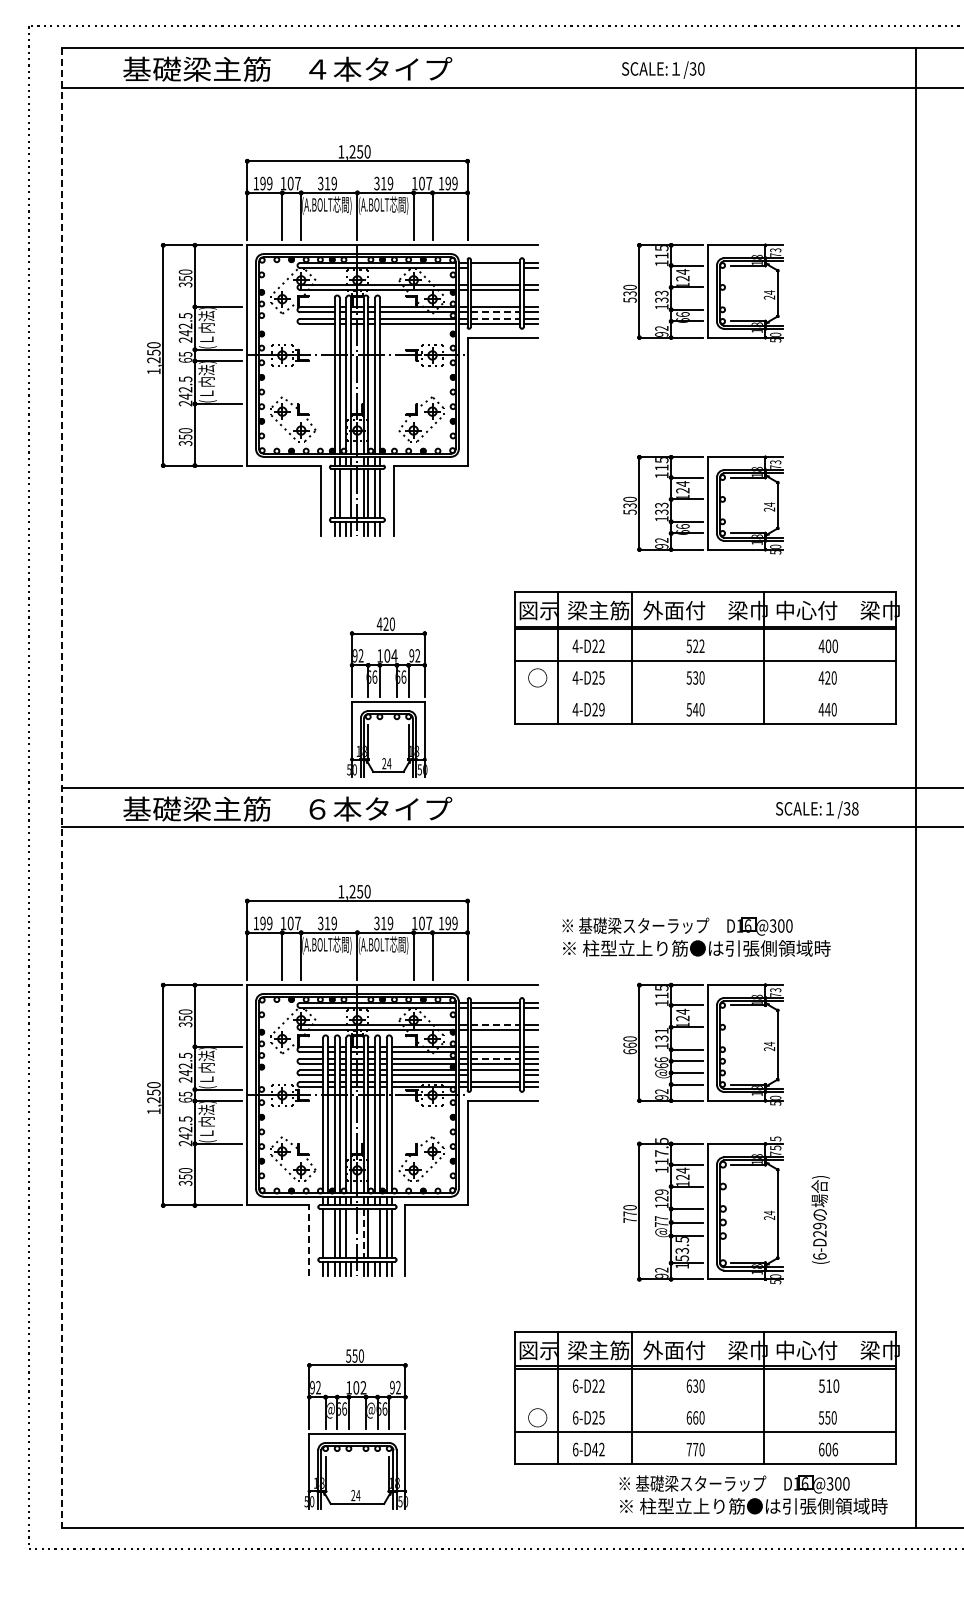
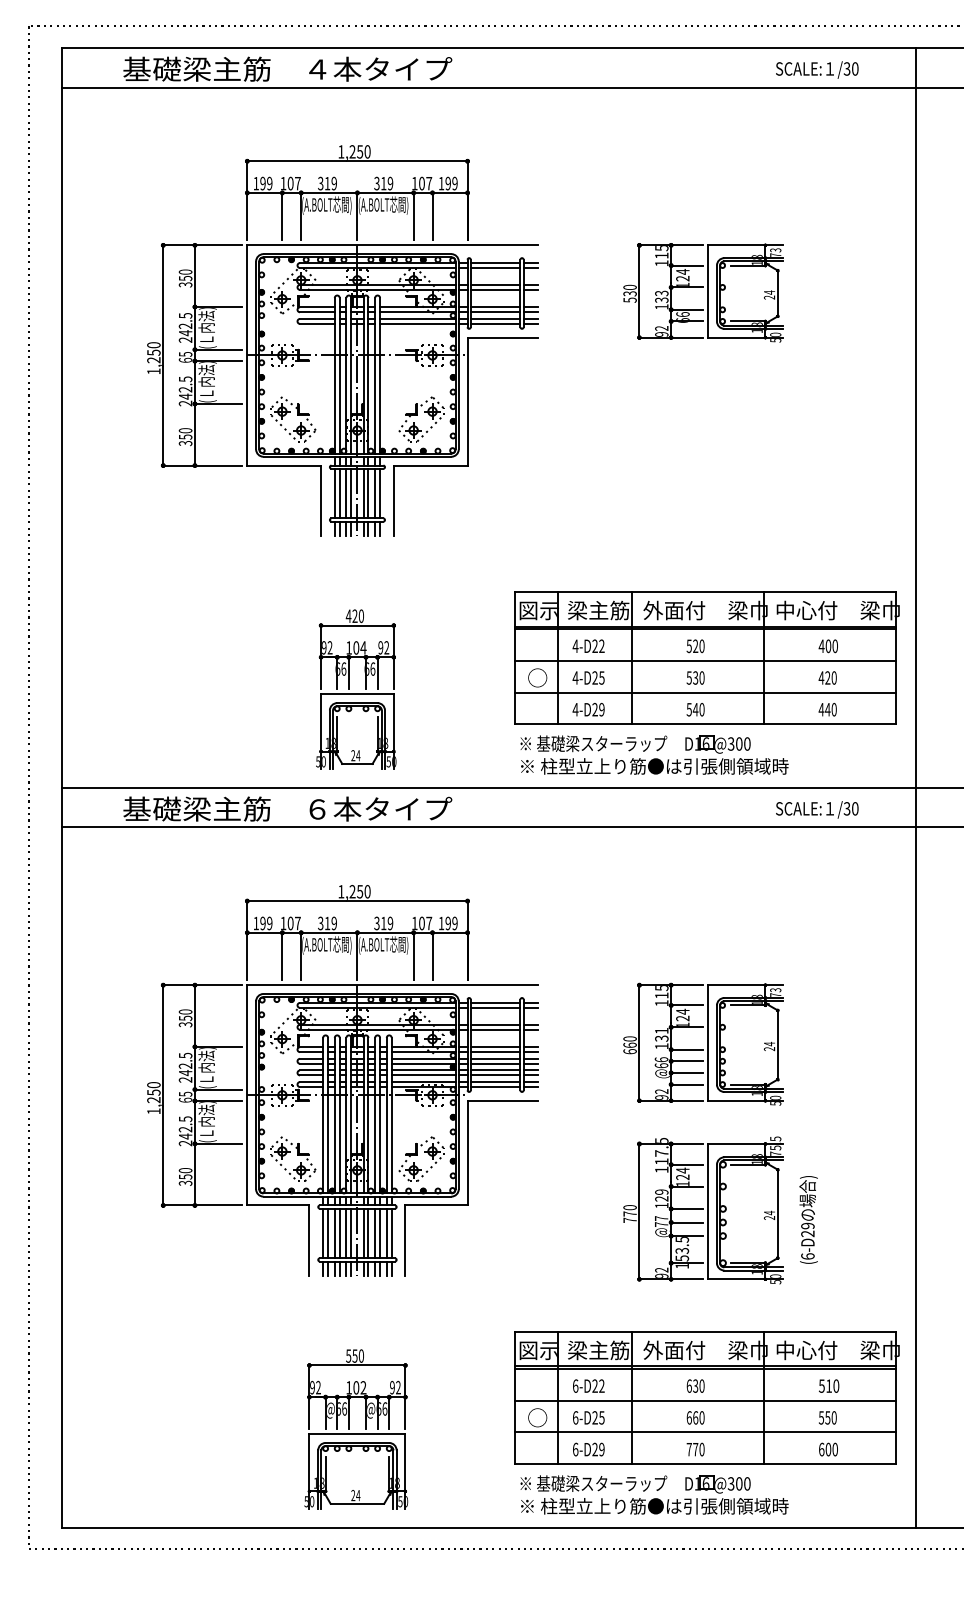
text at (663, 69) position: (663, 69) -> (817, 69)
line at (495, 268): none -> present
line at (495, 312): dashed -> solid
line at (495, 318): dashed -> solid
line at (346, 493): none -> present
part at (703, 504): present -> none
text at (701, 646): 522 -> 520
line at (705, 692): none -> present
part at (387, 697) position: (387, 697) -> (356, 689)
line at (61, 787): dashed -> solid
text at (855, 809): /38 -> /30
part at (696, 936) position: (696, 936) -> (654, 754)
line at (495, 1024): dashed -> solid
line at (495, 1058): dashed -> solid
line at (495, 1075): none -> present
text at (820, 1219) position: (820, 1219) -> (808, 1219)
line at (328, 1233): none -> present
line at (351, 1233): none -> present
line at (363, 1233): dashed -> solid
line at (375, 1233): none -> present
line at (309, 1240): dashed -> solid
line at (705, 1400): none -> present
text at (598, 1449): 6-D42 -> 6-D29
text at (835, 1449): 606 -> 600
part at (753, 1494) position: (753, 1494) -> (654, 1494)
